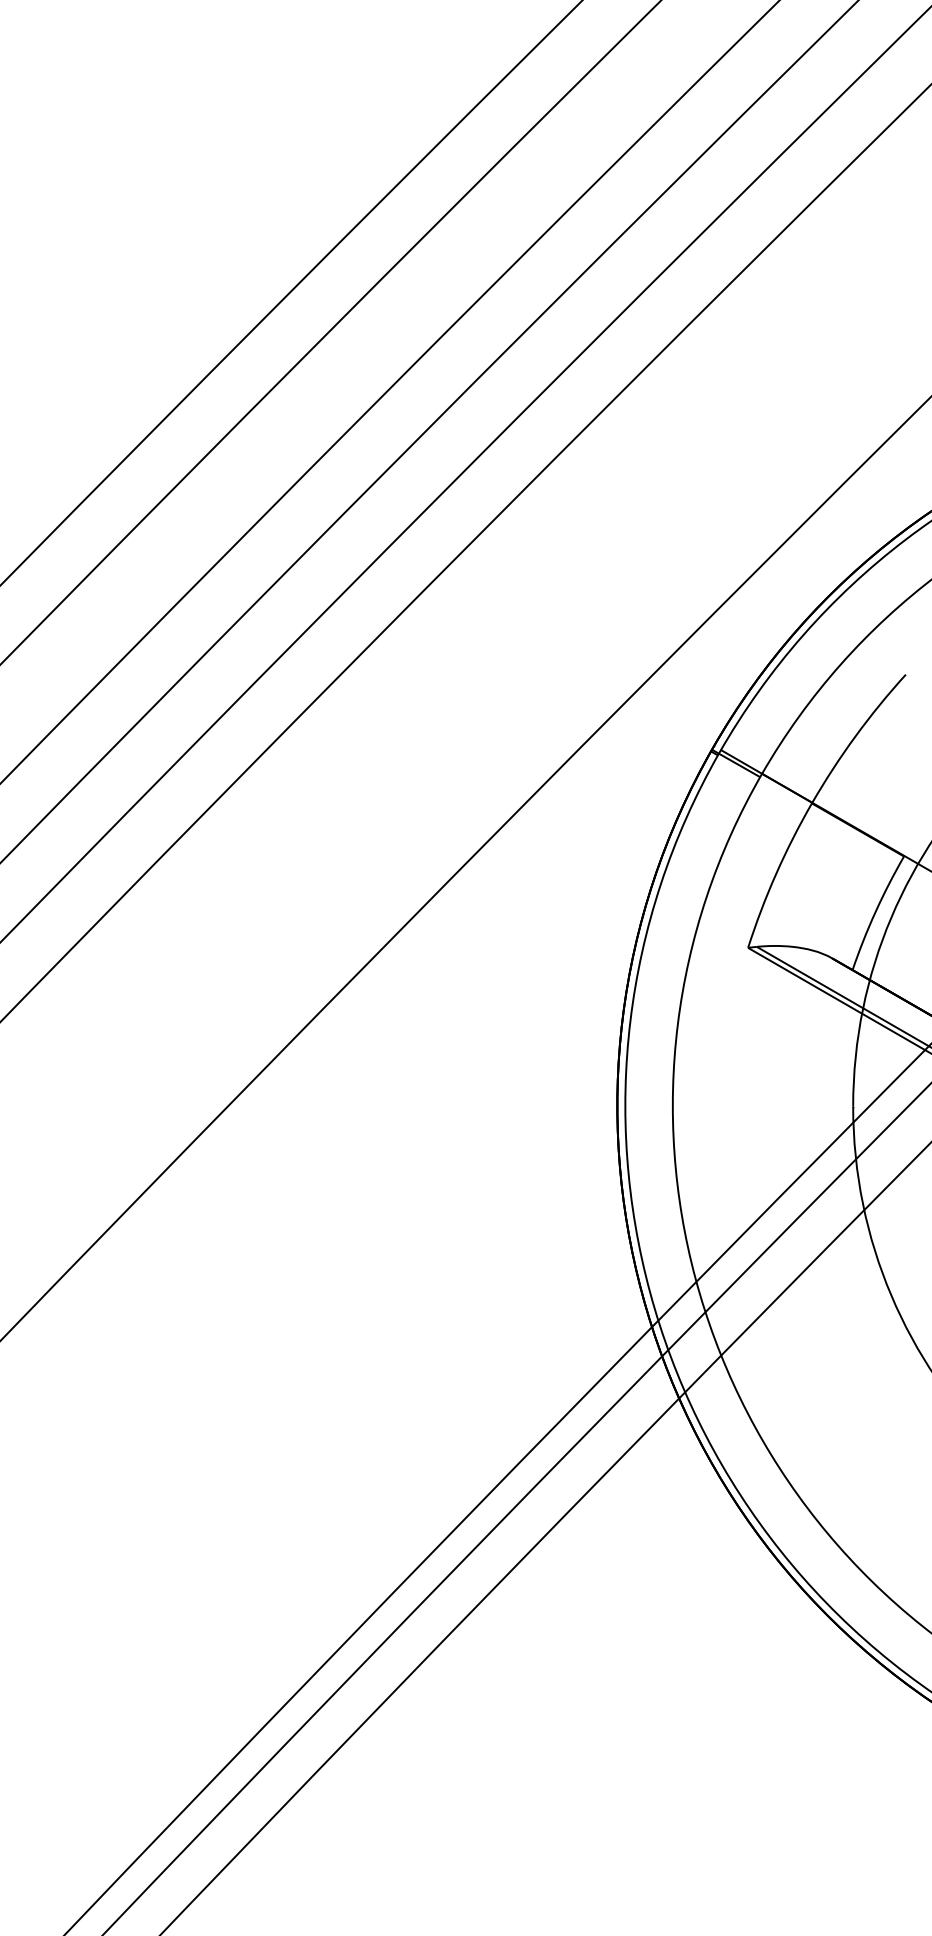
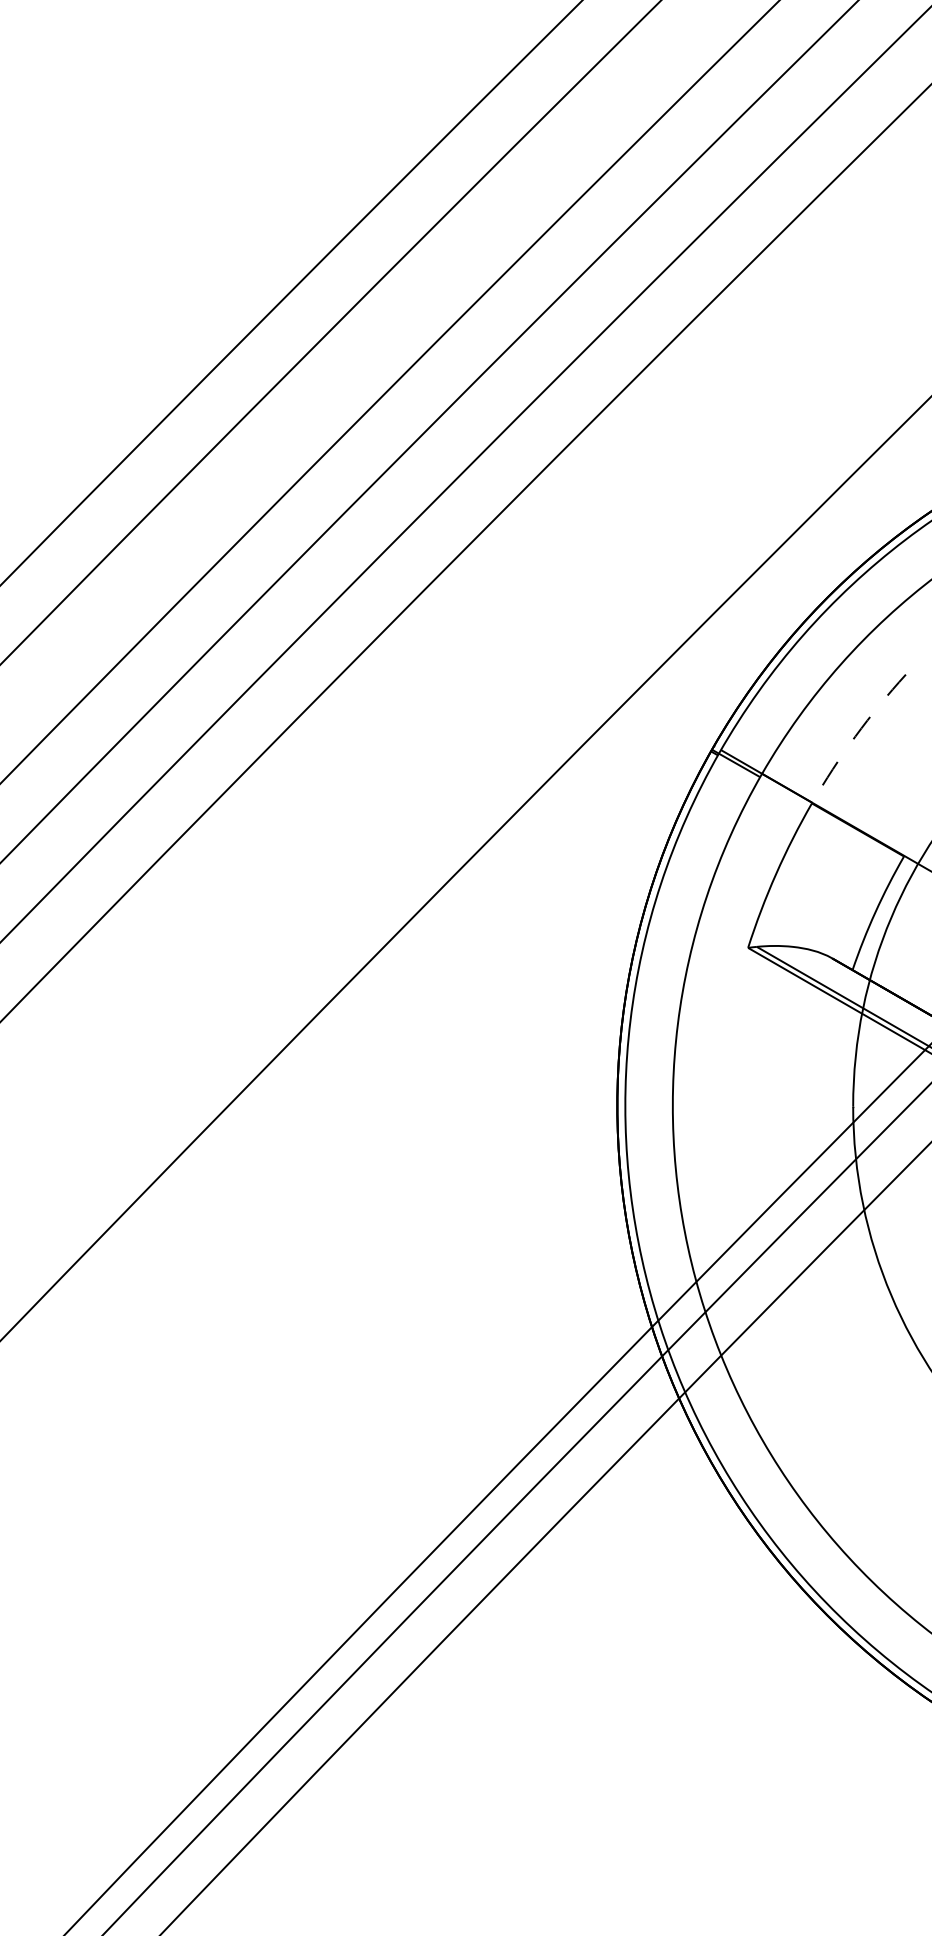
arc at (855, 736): solid -> dashed
